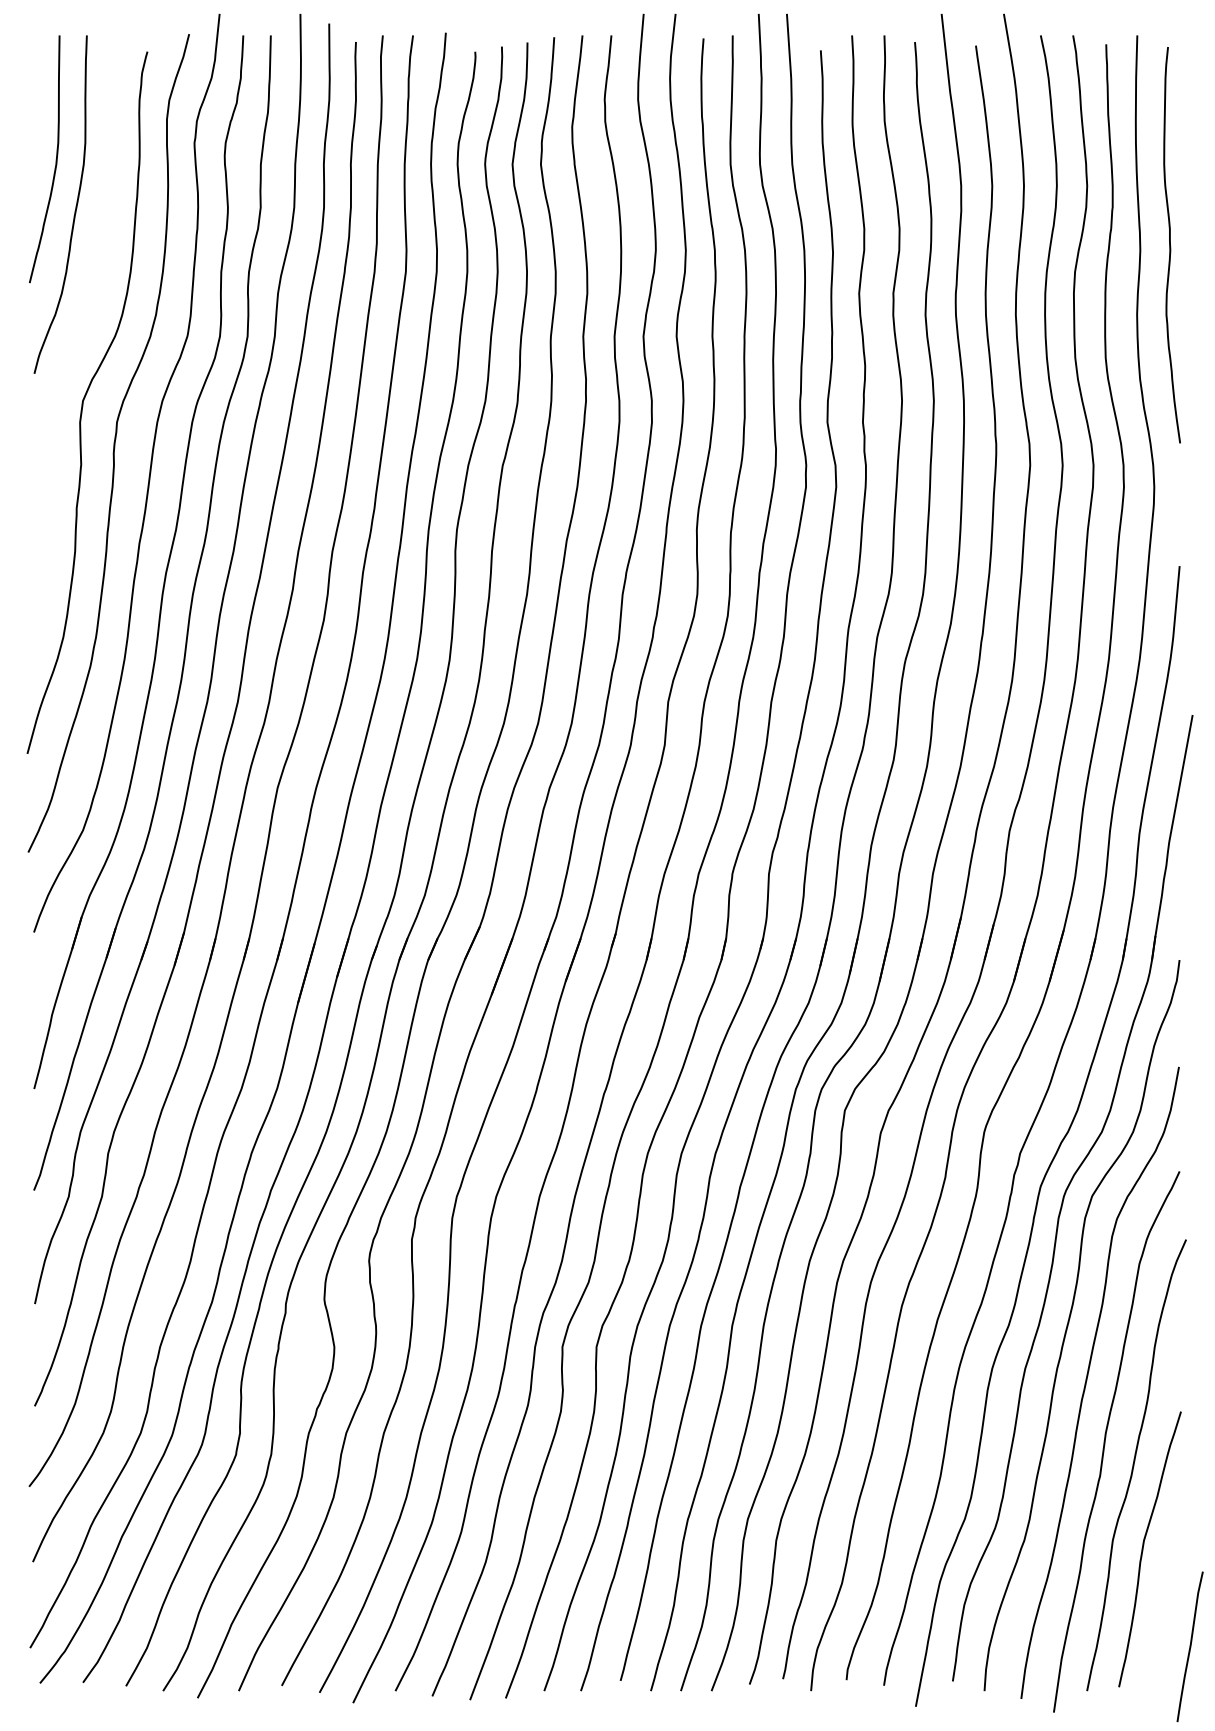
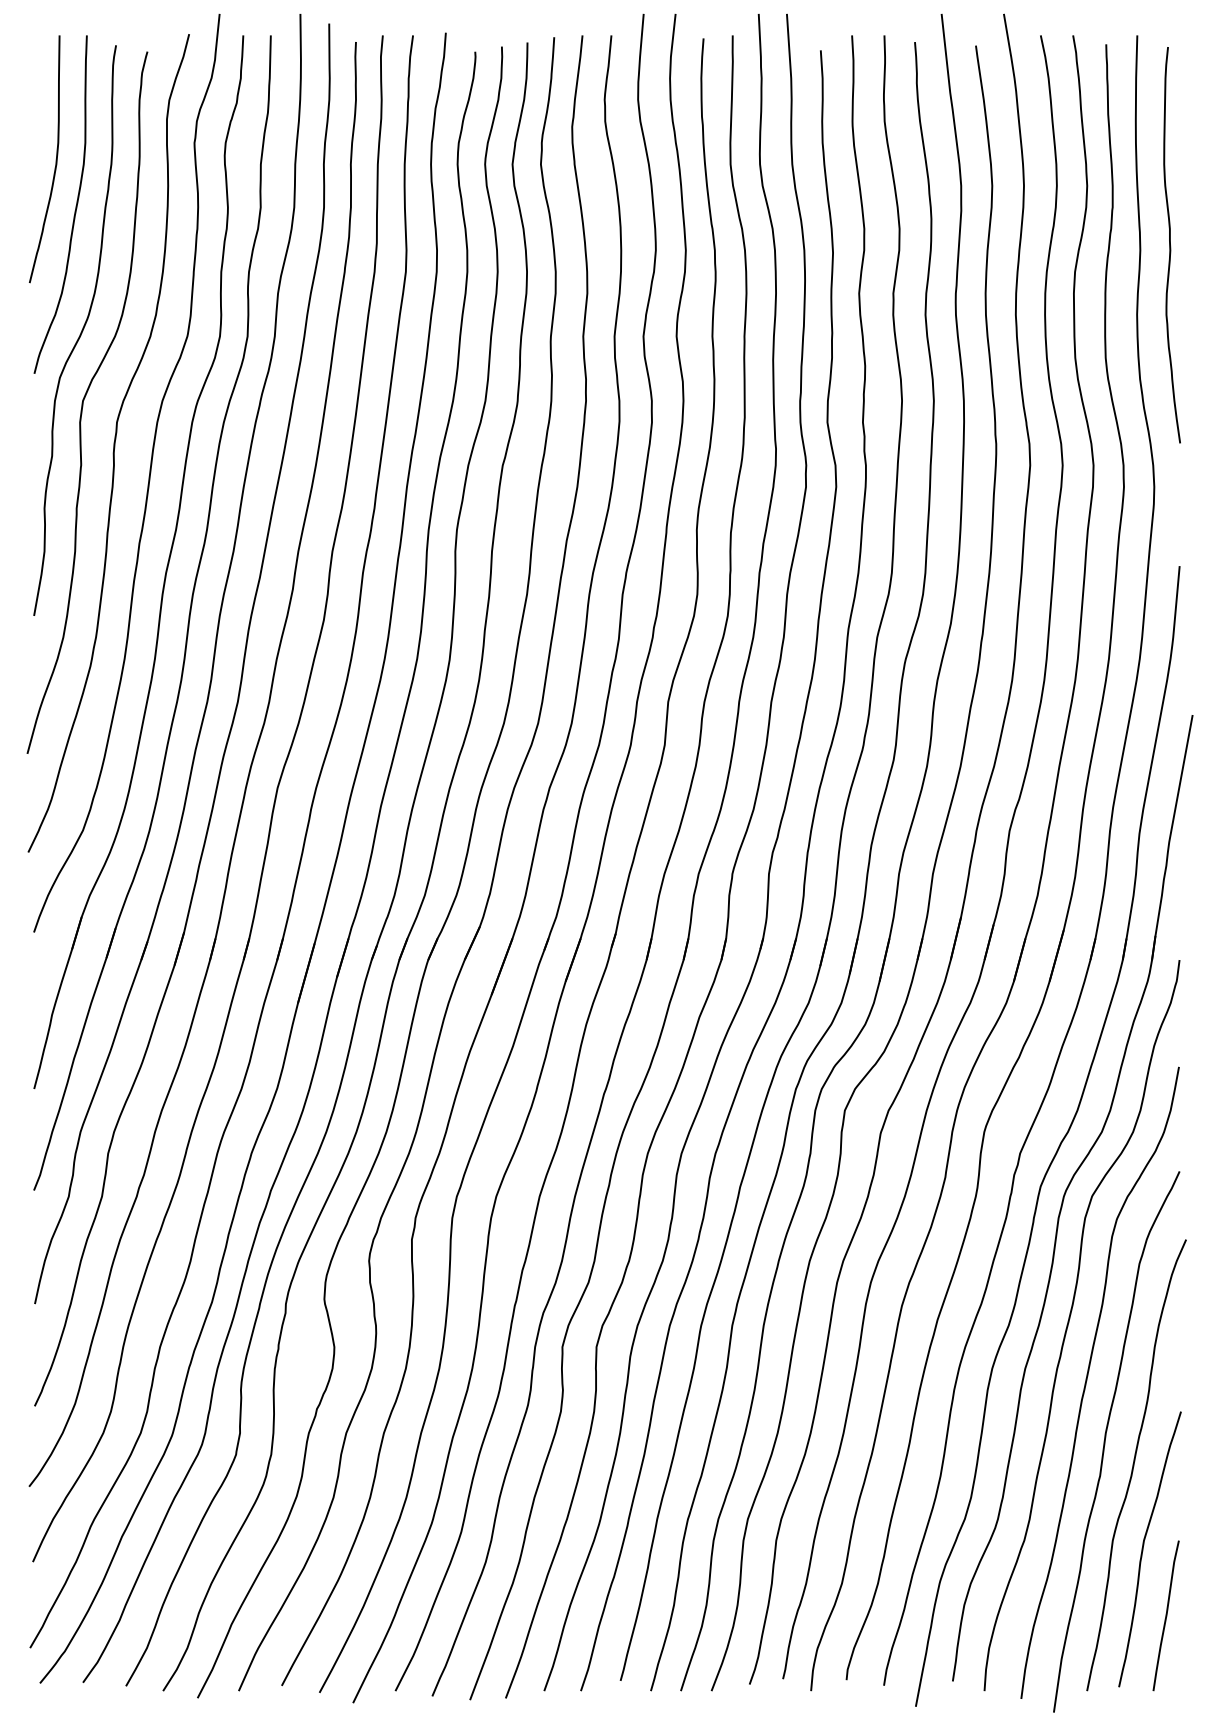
curve at (80, 332): none -> present
curve at (1189, 1646) position: (1189, 1646) -> (1165, 1615)
